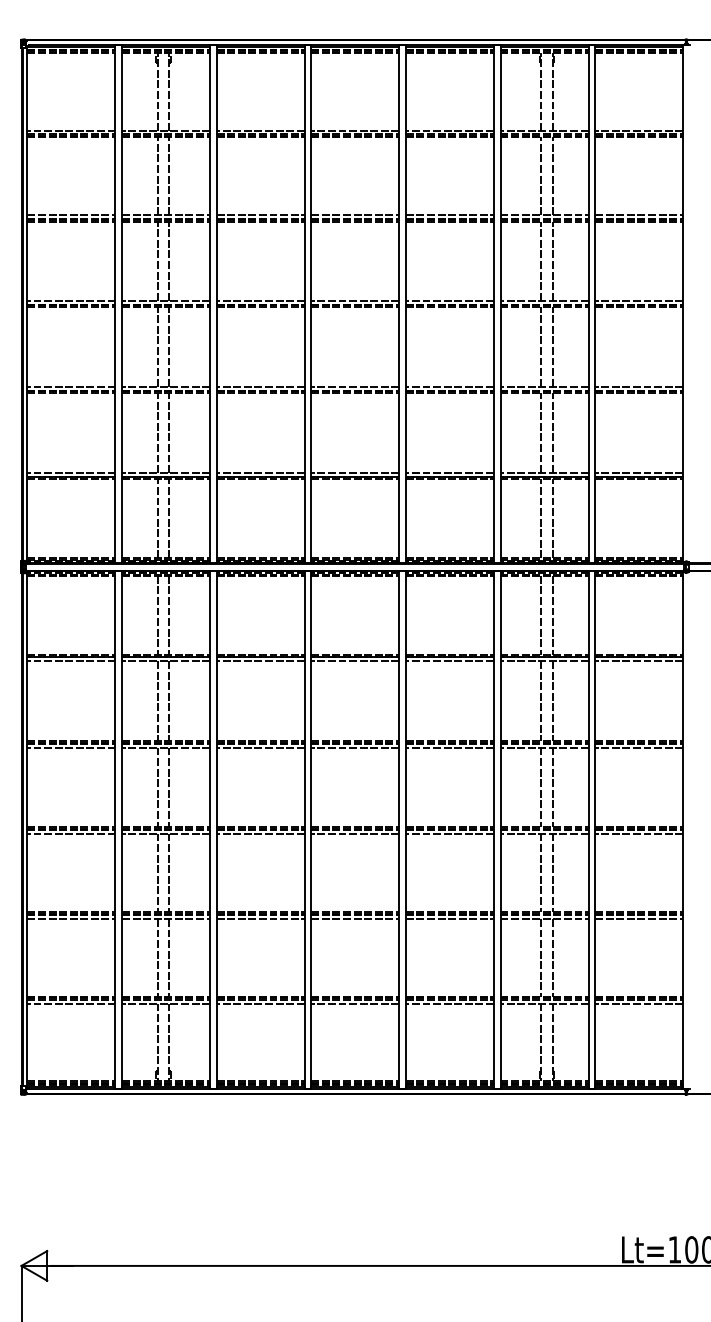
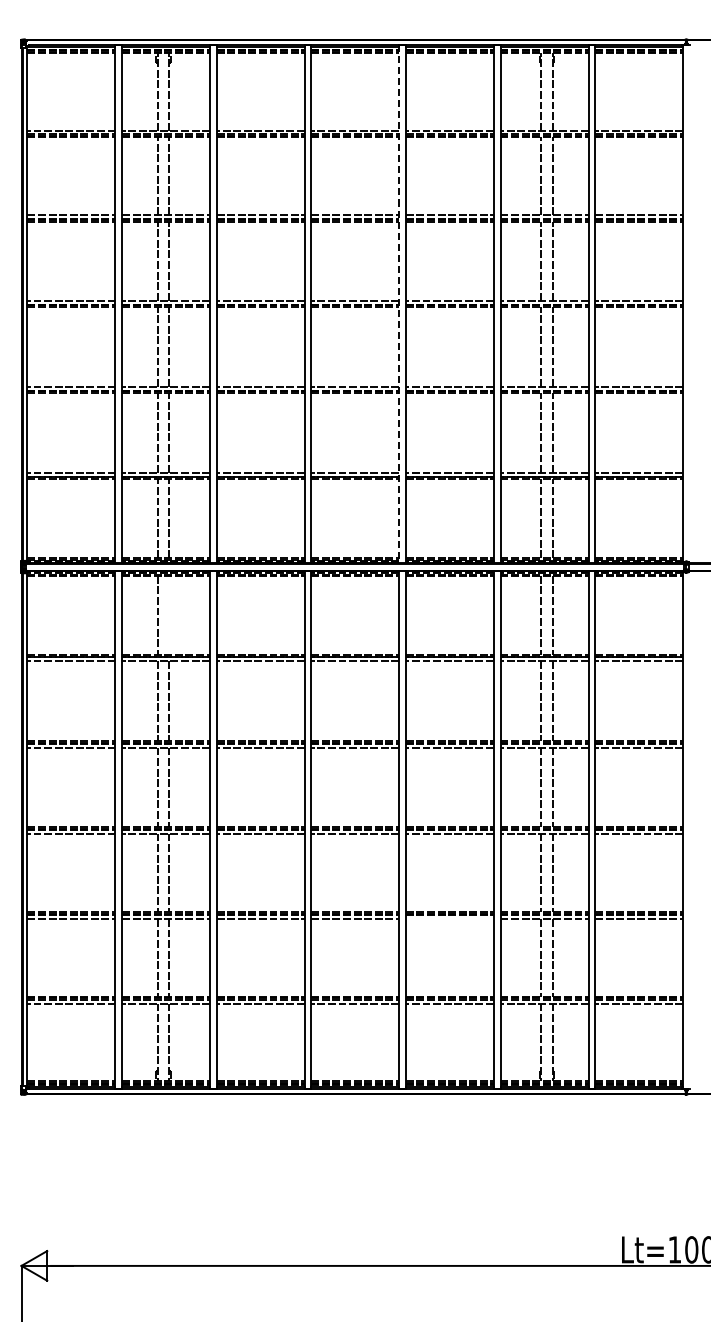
line at (399, 304): solid -> dashed
line at (169, 614): present -> none
line at (449, 918): present -> none
